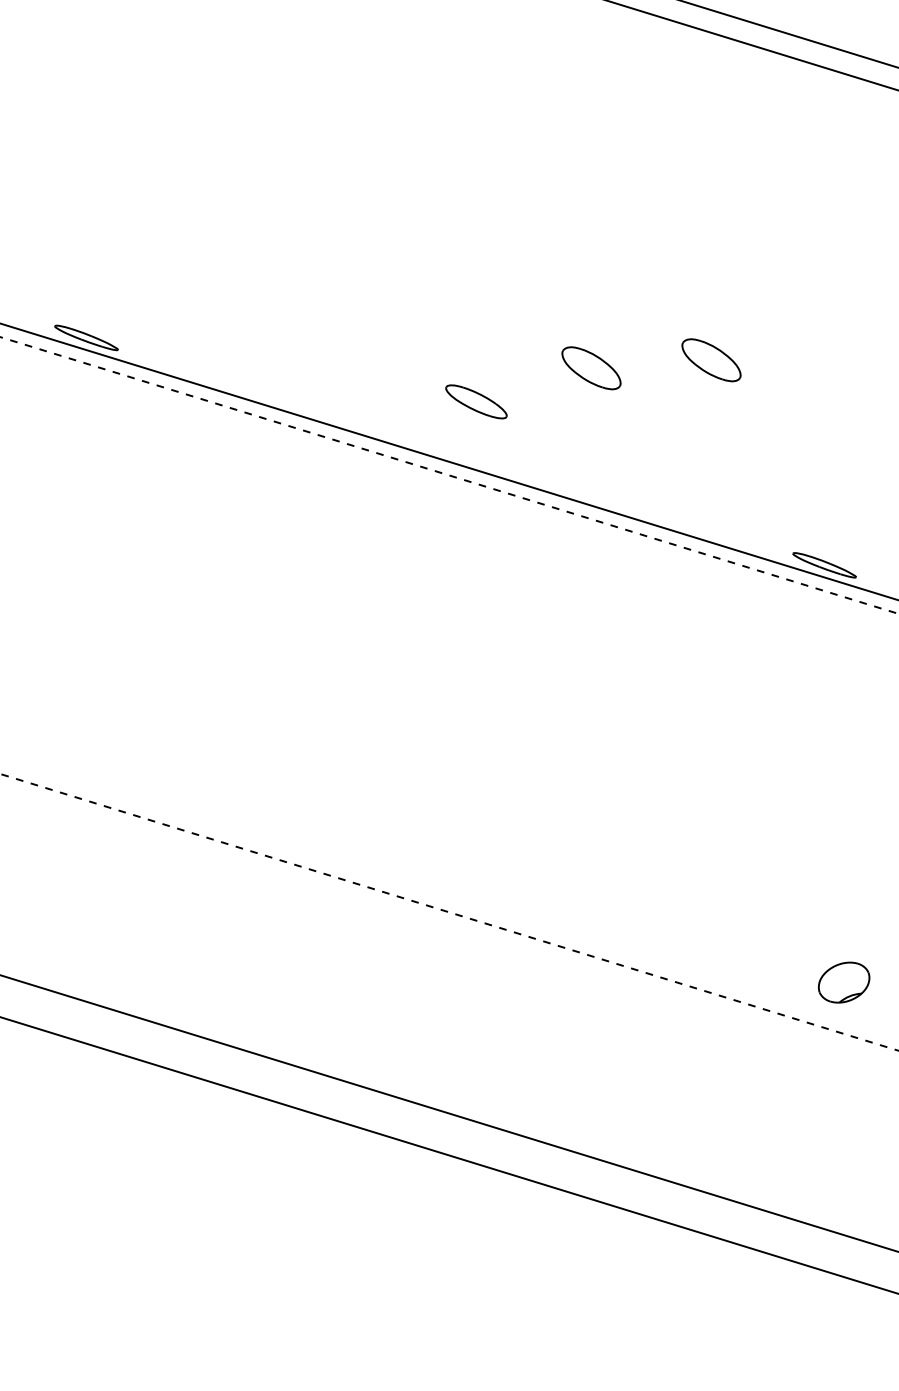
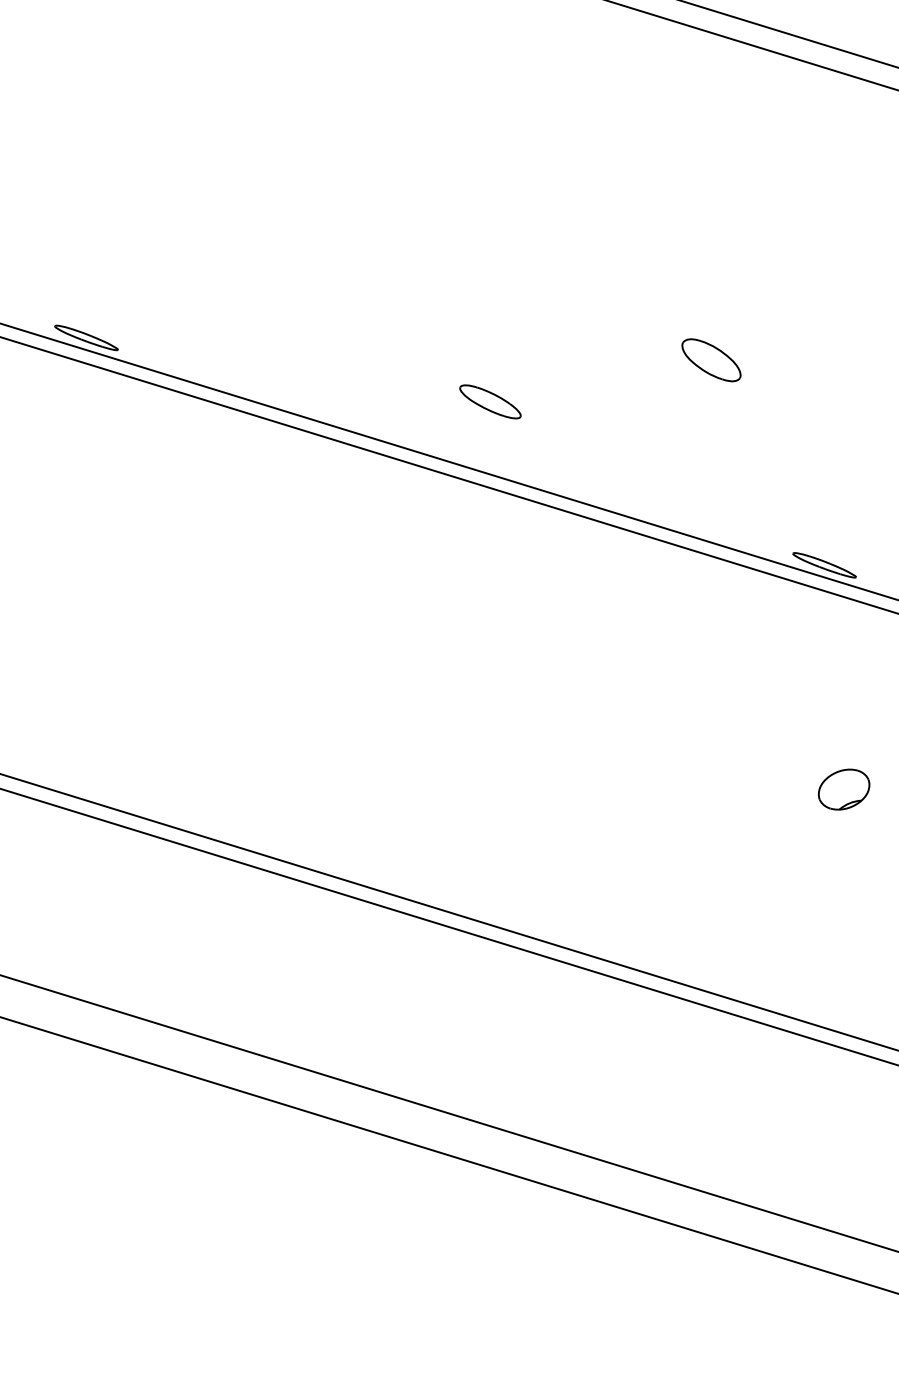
part at (591, 368): present -> none
part at (476, 401) position: (476, 401) -> (490, 401)
line at (449, 475): dashed -> solid
line at (449, 912): dashed -> solid
line at (448, 926): none -> present
part at (844, 982) position: (844, 982) -> (844, 789)
